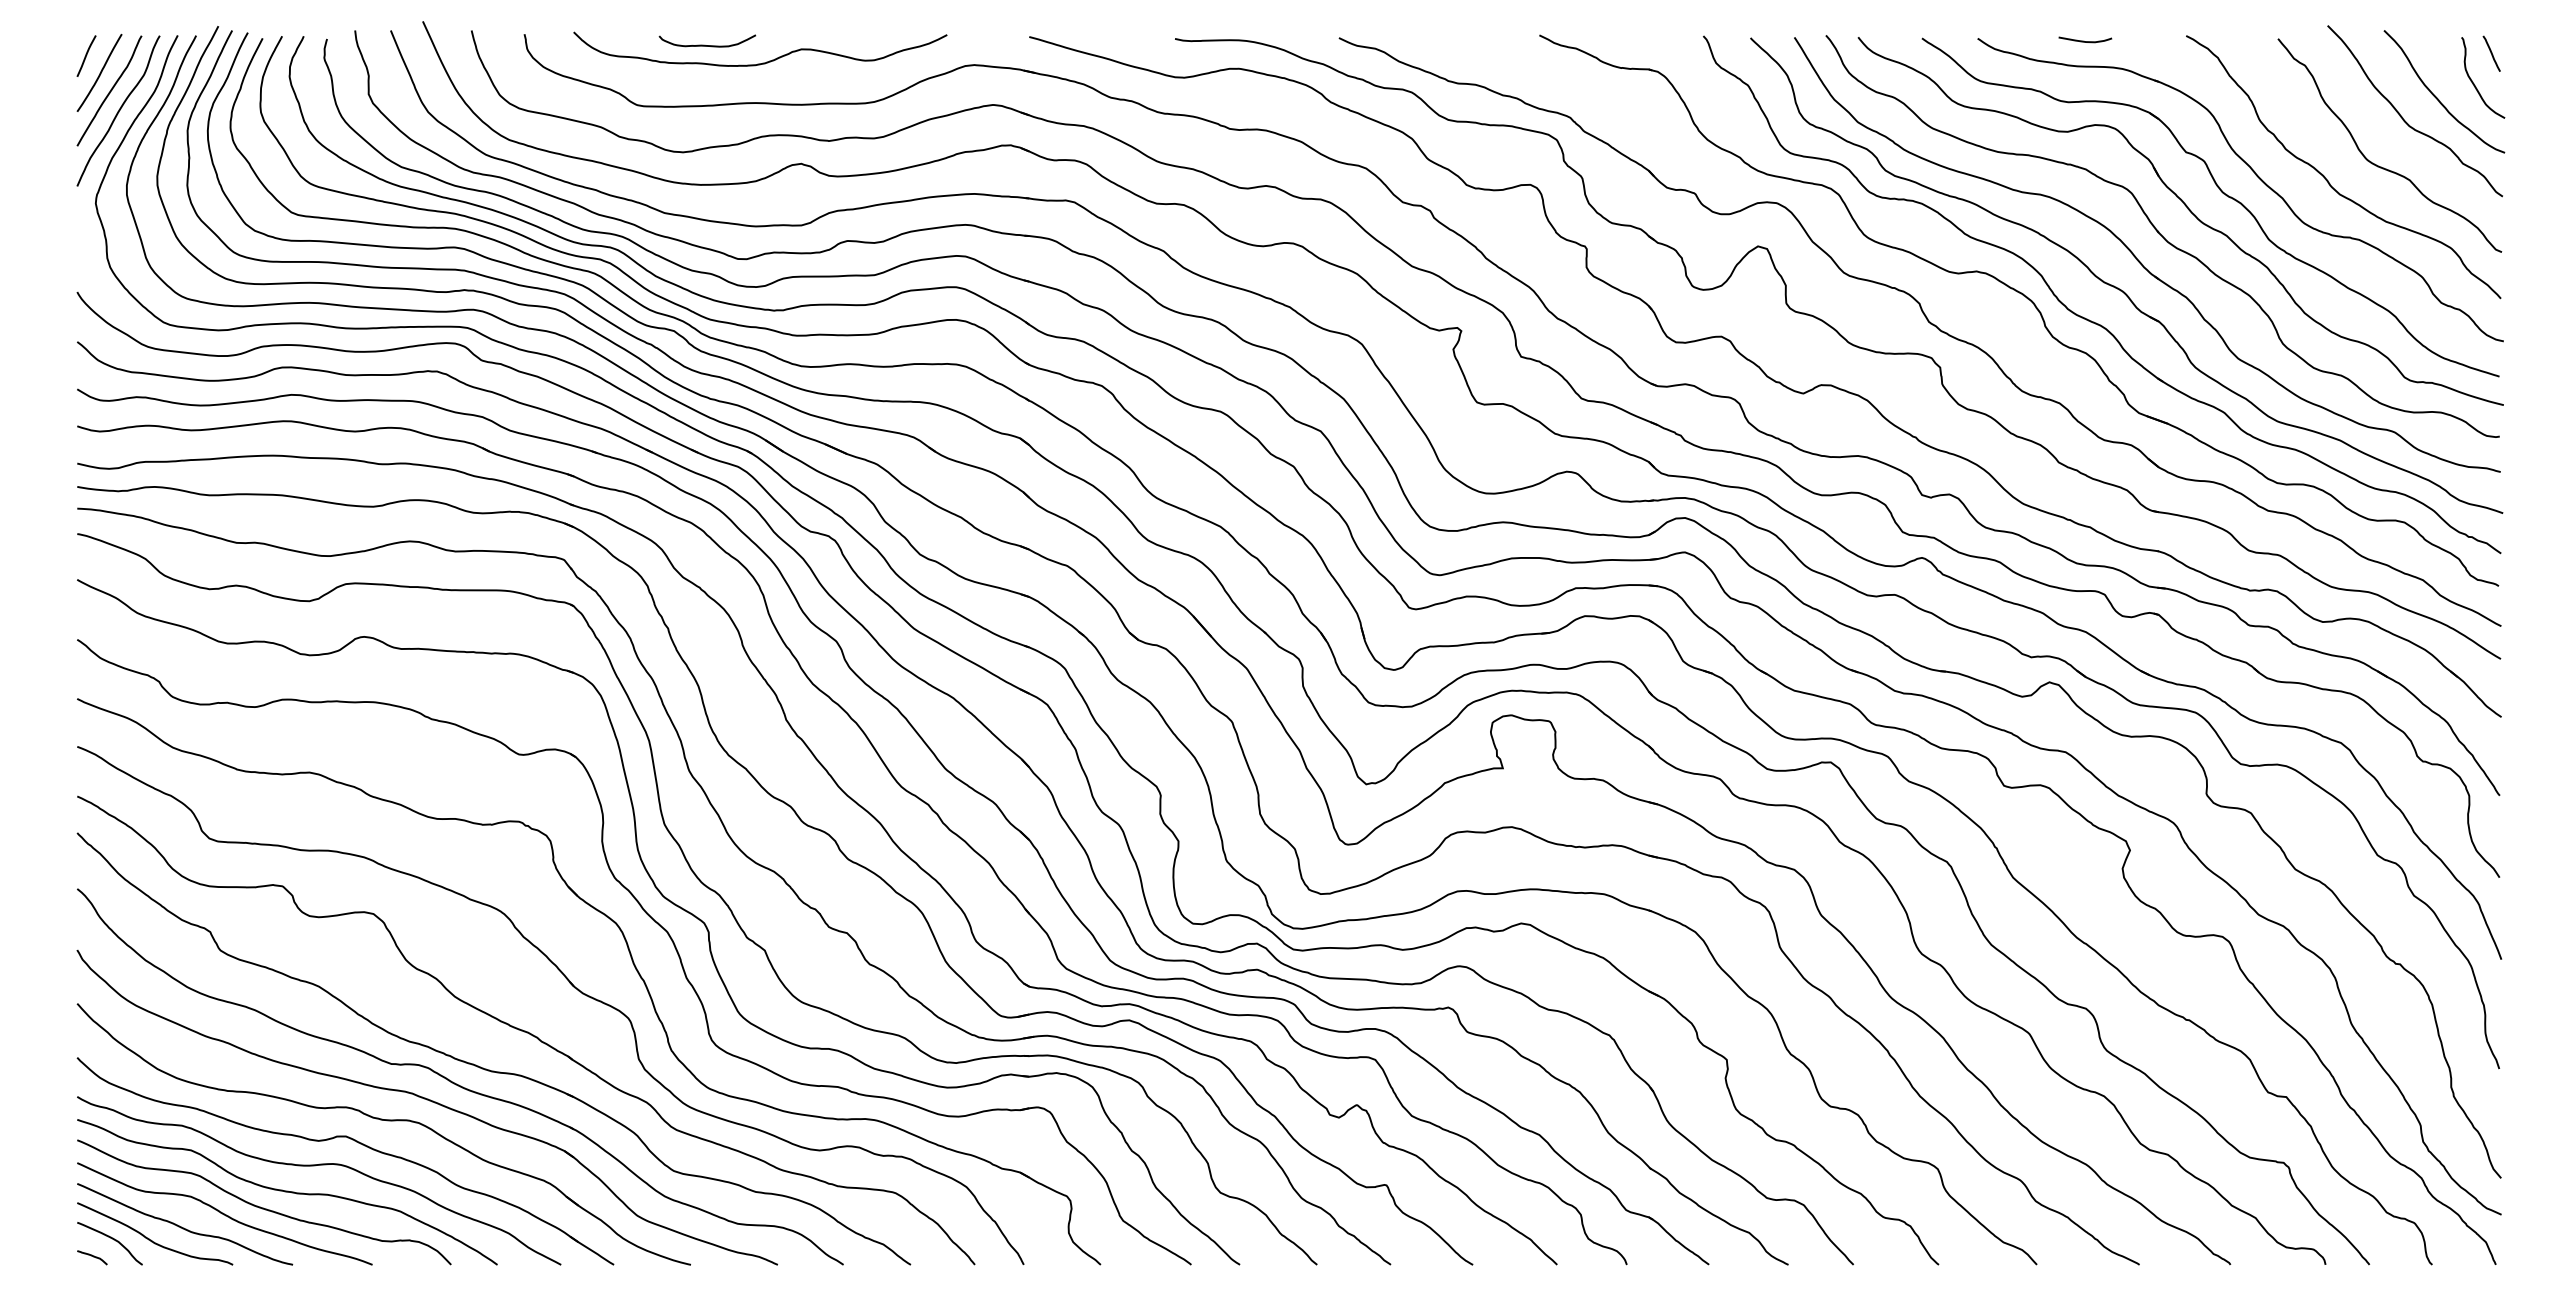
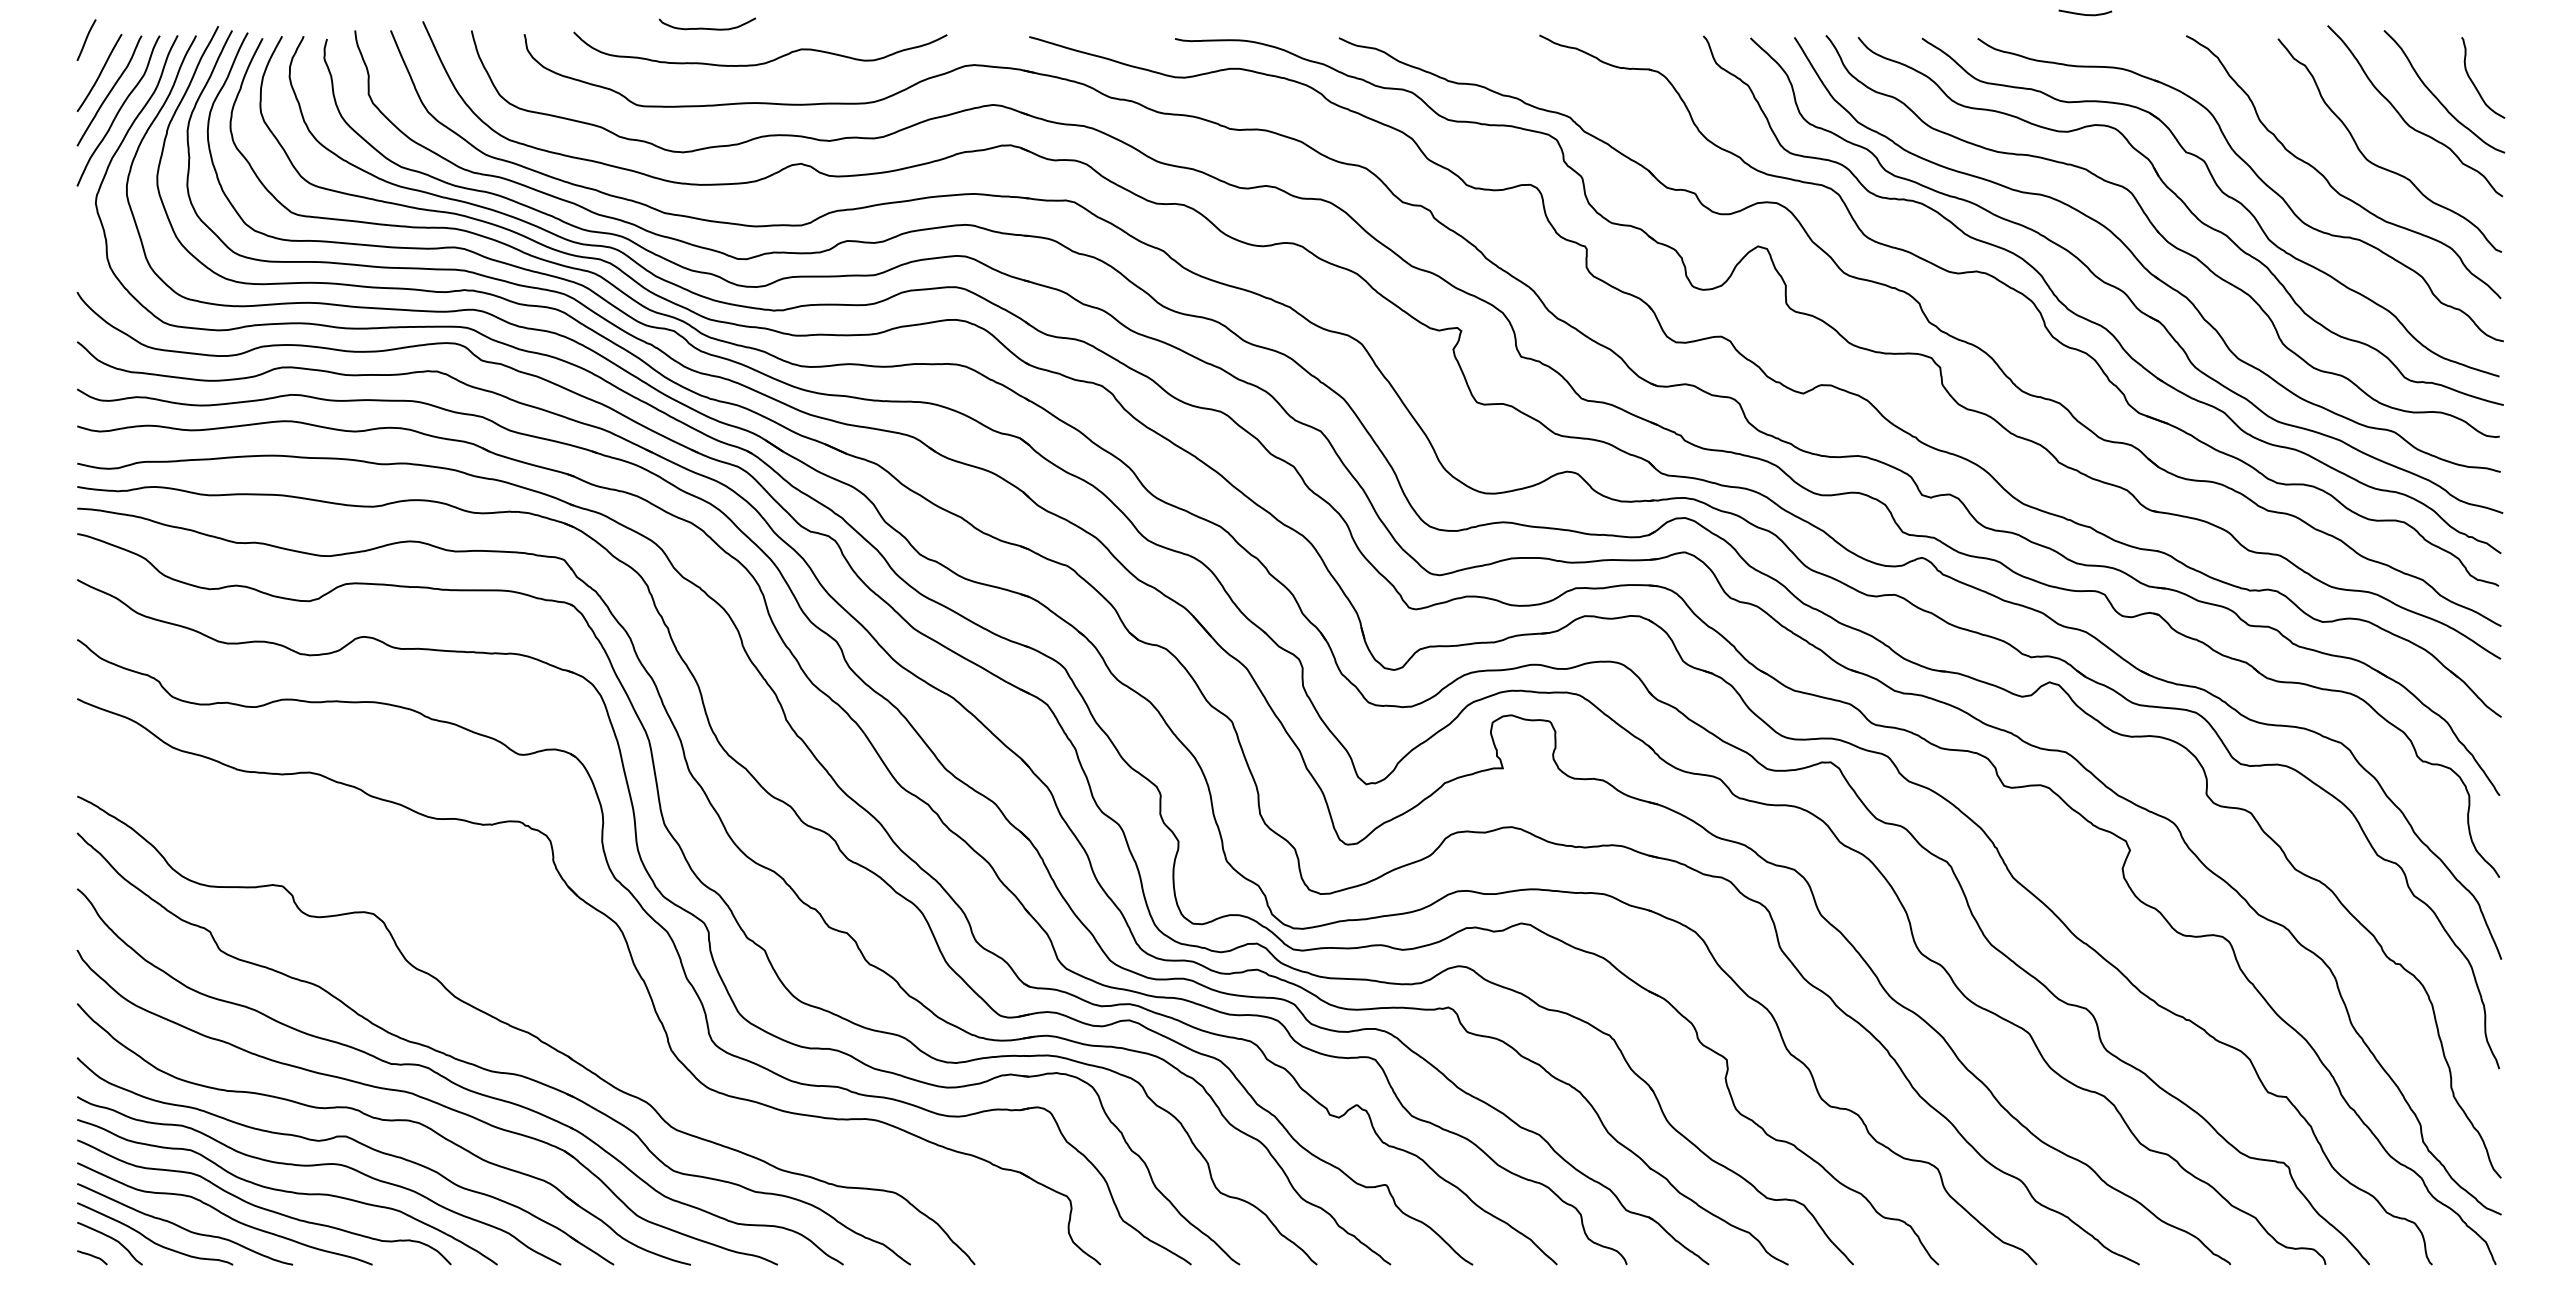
curve at (2084, 40) position: (2084, 40) -> (2084, 13)
curve at (704, 44) position: (704, 44) -> (704, 27)
line at (2491, 53): present -> none
line at (86, 55) position: (86, 55) -> (86, 39)
part at (570, 984): present -> none
